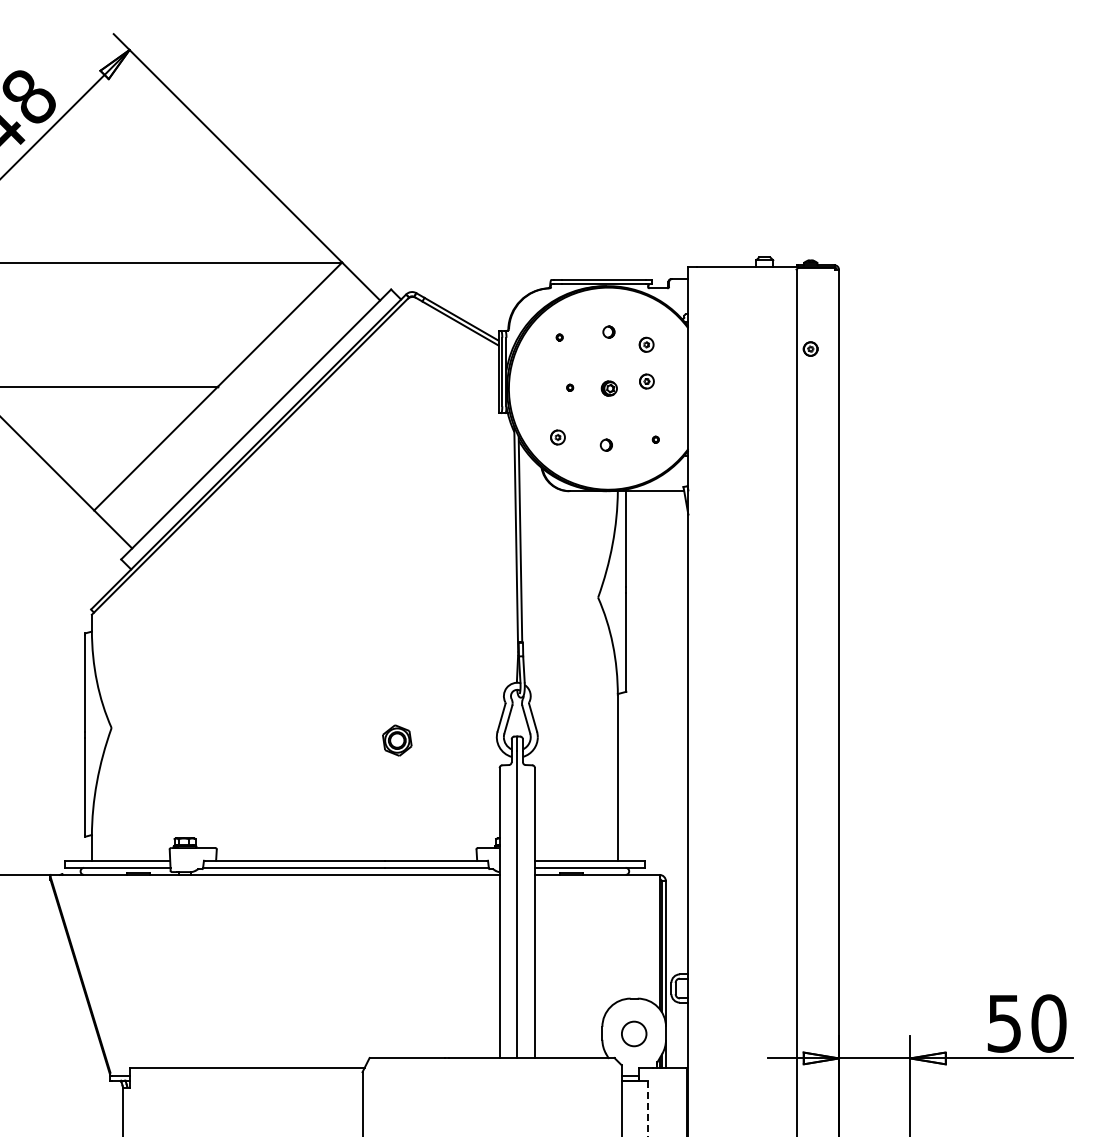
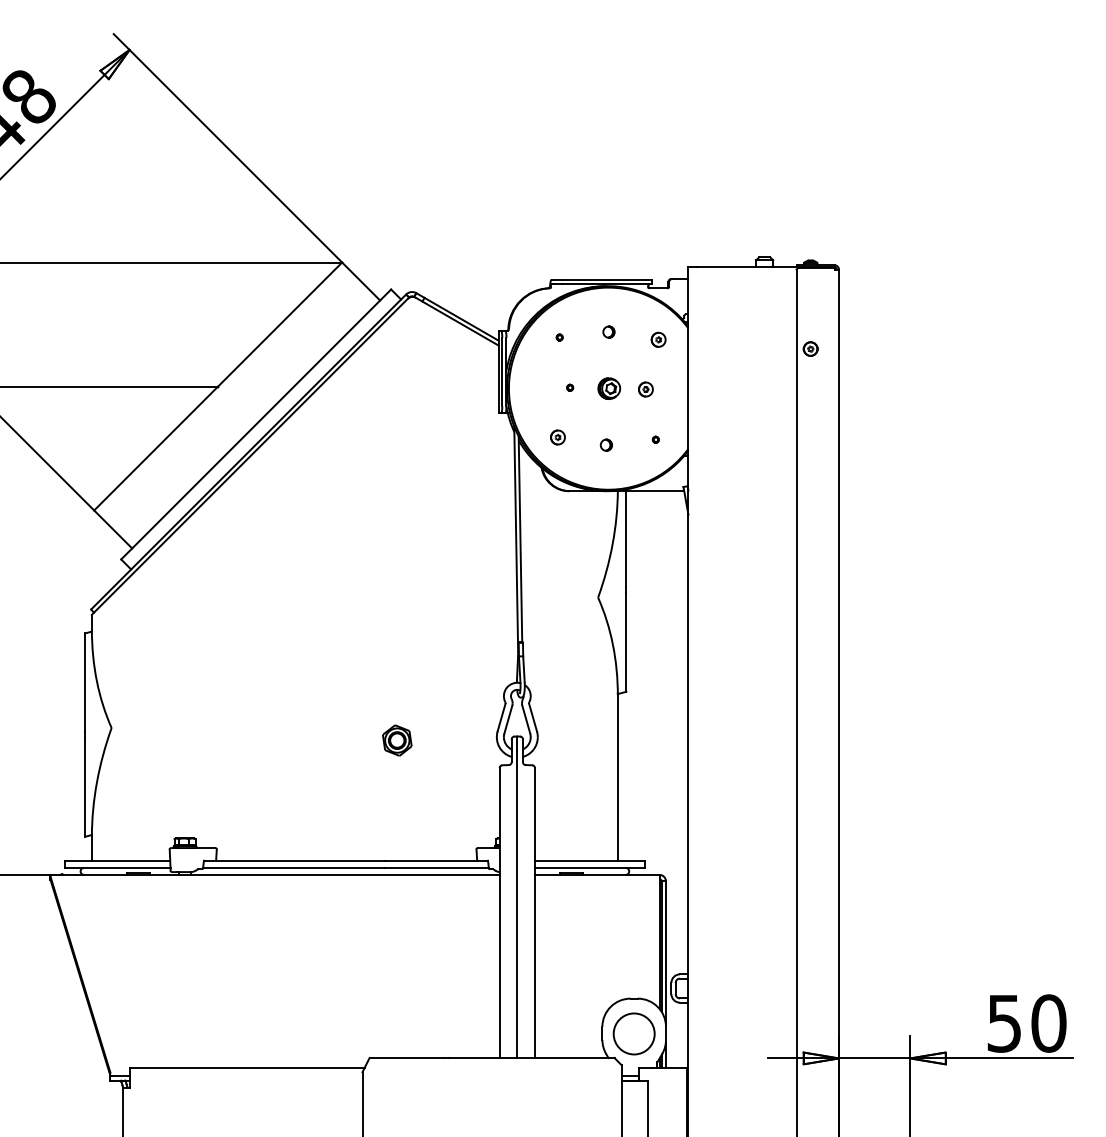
part at (646, 344) position: (646, 344) -> (658, 339)
part at (646, 381) position: (646, 381) -> (645, 389)
part at (608, 388) size: 18x17 px -> 25x23 px
circle at (633, 1033) diameter: 25 px -> 41 px
line at (648, 1108): dashed -> solid
